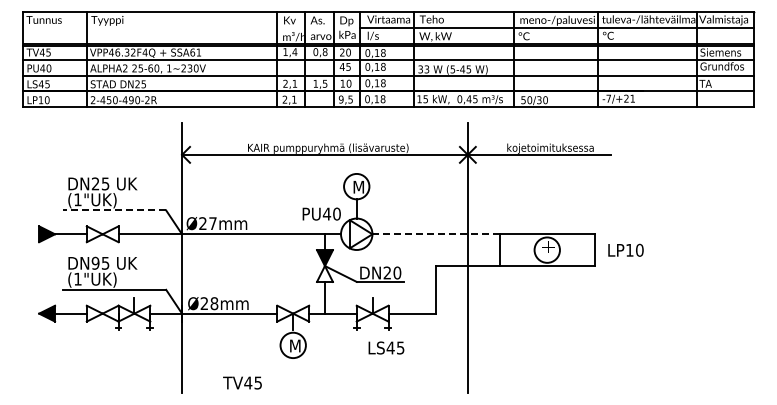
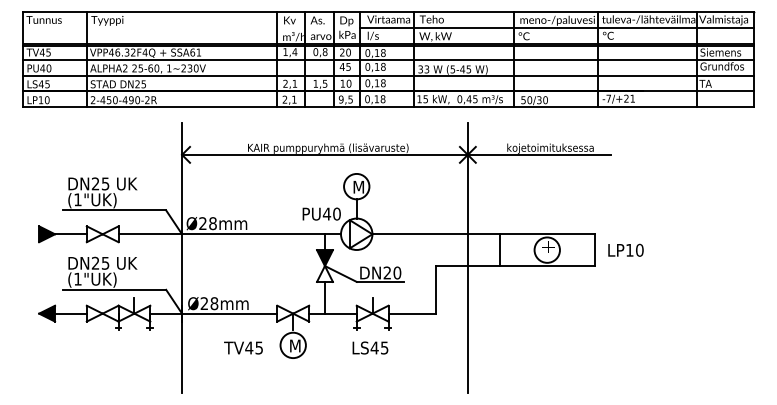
line at (114, 210): dashed -> solid
text at (212, 223): Ø27mm -> Ø28mm
line at (436, 234): dashed -> solid
text at (95, 263): DN95 -> DN25
text at (386, 347) position: (386, 347) -> (370, 347)
text at (242, 382) position: (242, 382) -> (243, 347)
